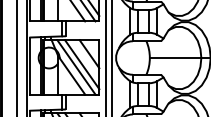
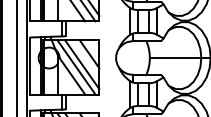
line at (105, 57): present -> none
line at (111, 57): present -> none
